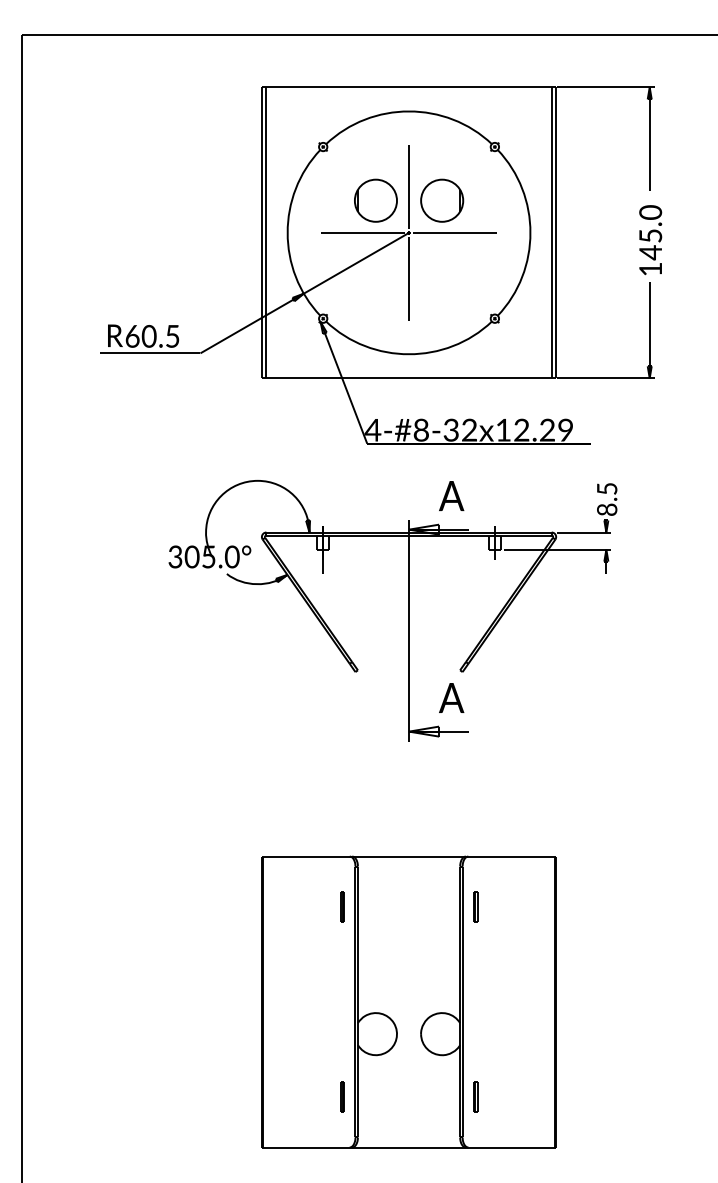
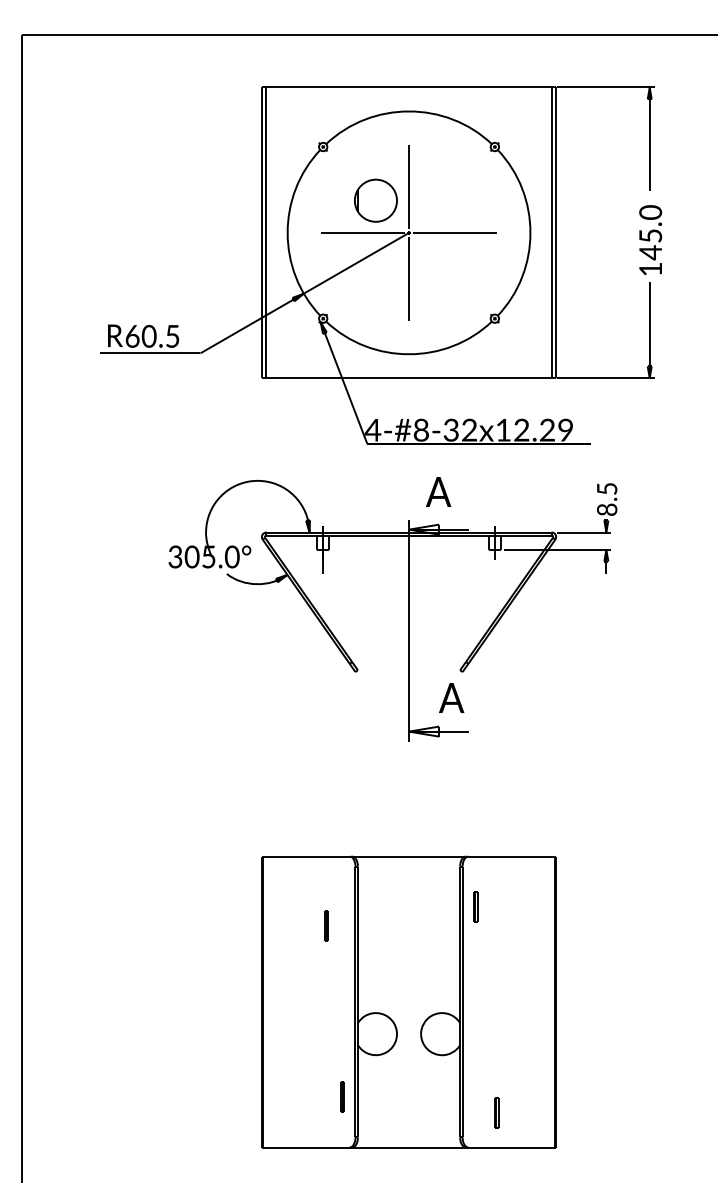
part at (442, 200): present -> none
text at (451, 495) position: (451, 495) -> (438, 491)
line at (342, 906) position: (342, 906) -> (326, 925)
part at (475, 1096) position: (475, 1096) -> (496, 1112)
